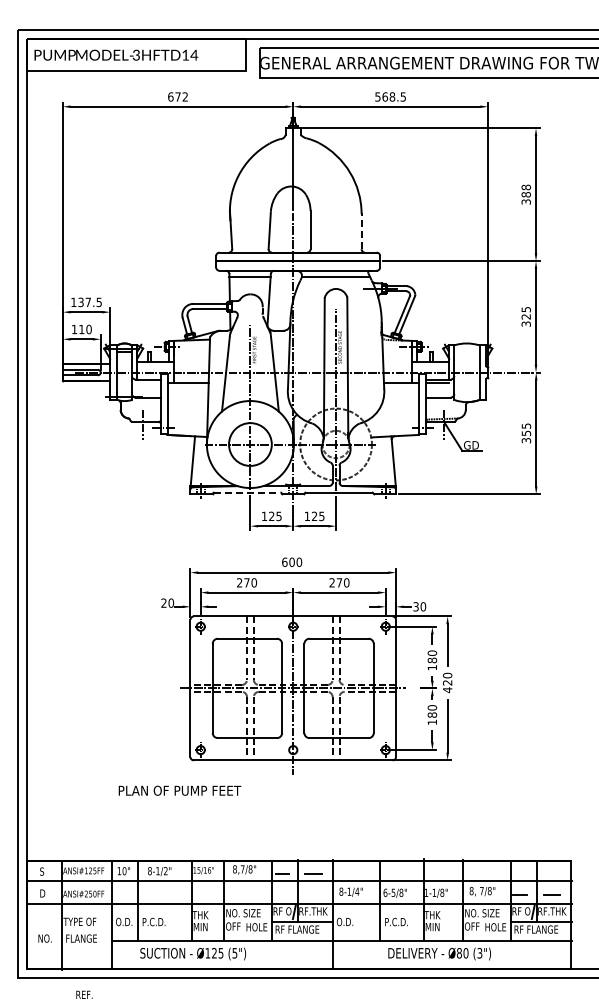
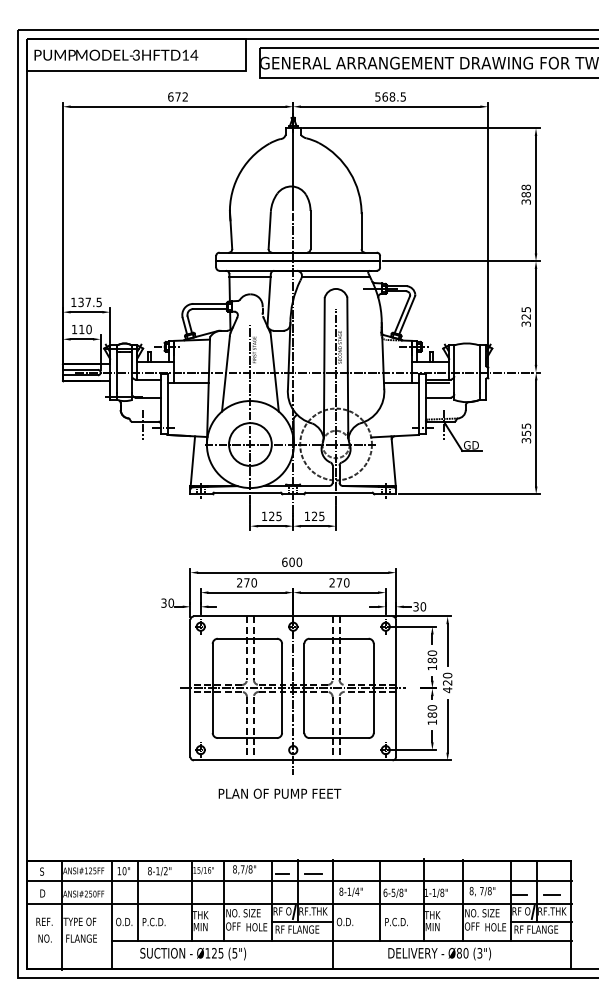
line at (361, 230): dashed -> solid
line at (247, 492): dashed -> solid
text at (163, 603): 20 -> 30
text at (179, 790) position: (179, 790) -> (279, 793)
text at (84, 994) position: (84, 994) -> (44, 921)
